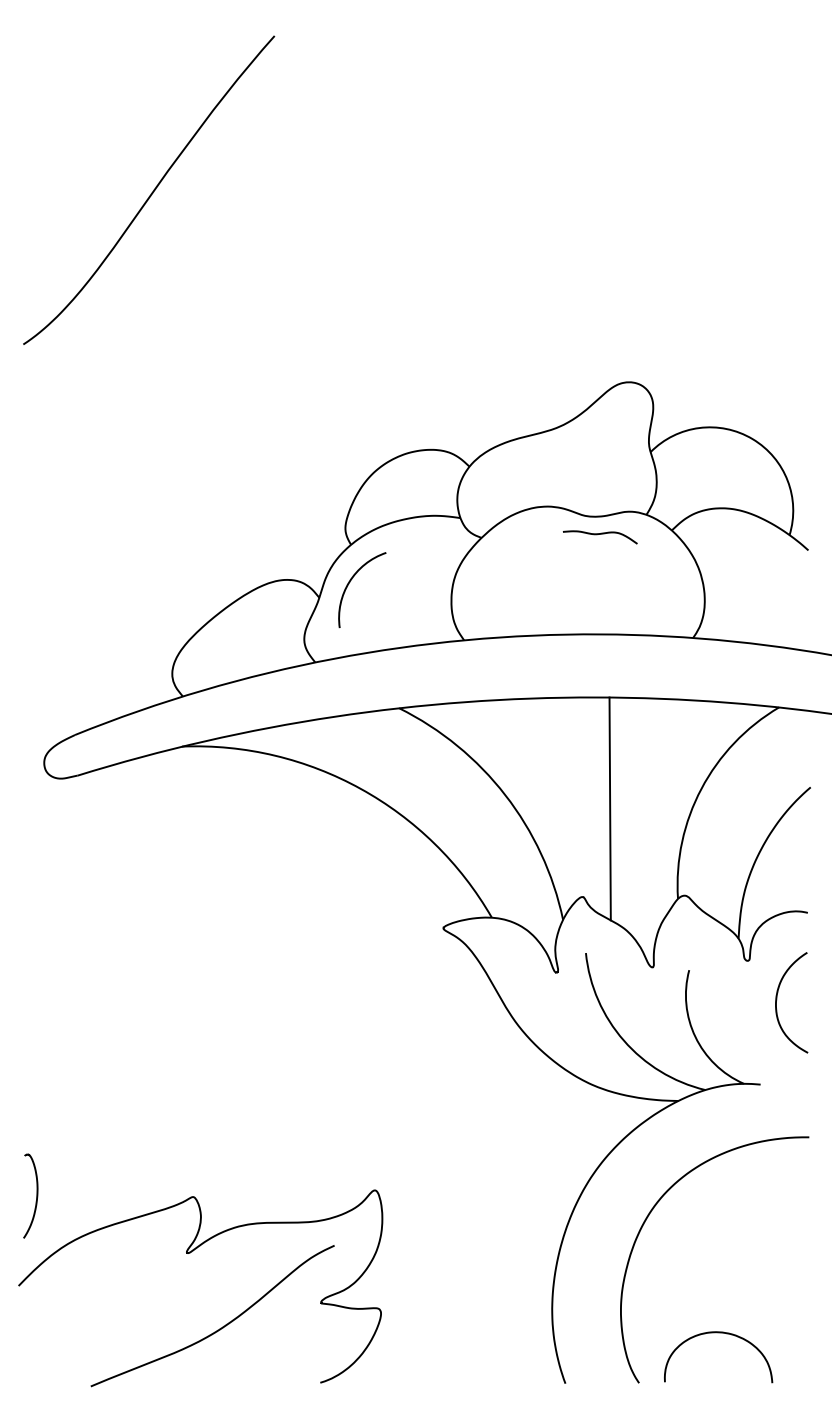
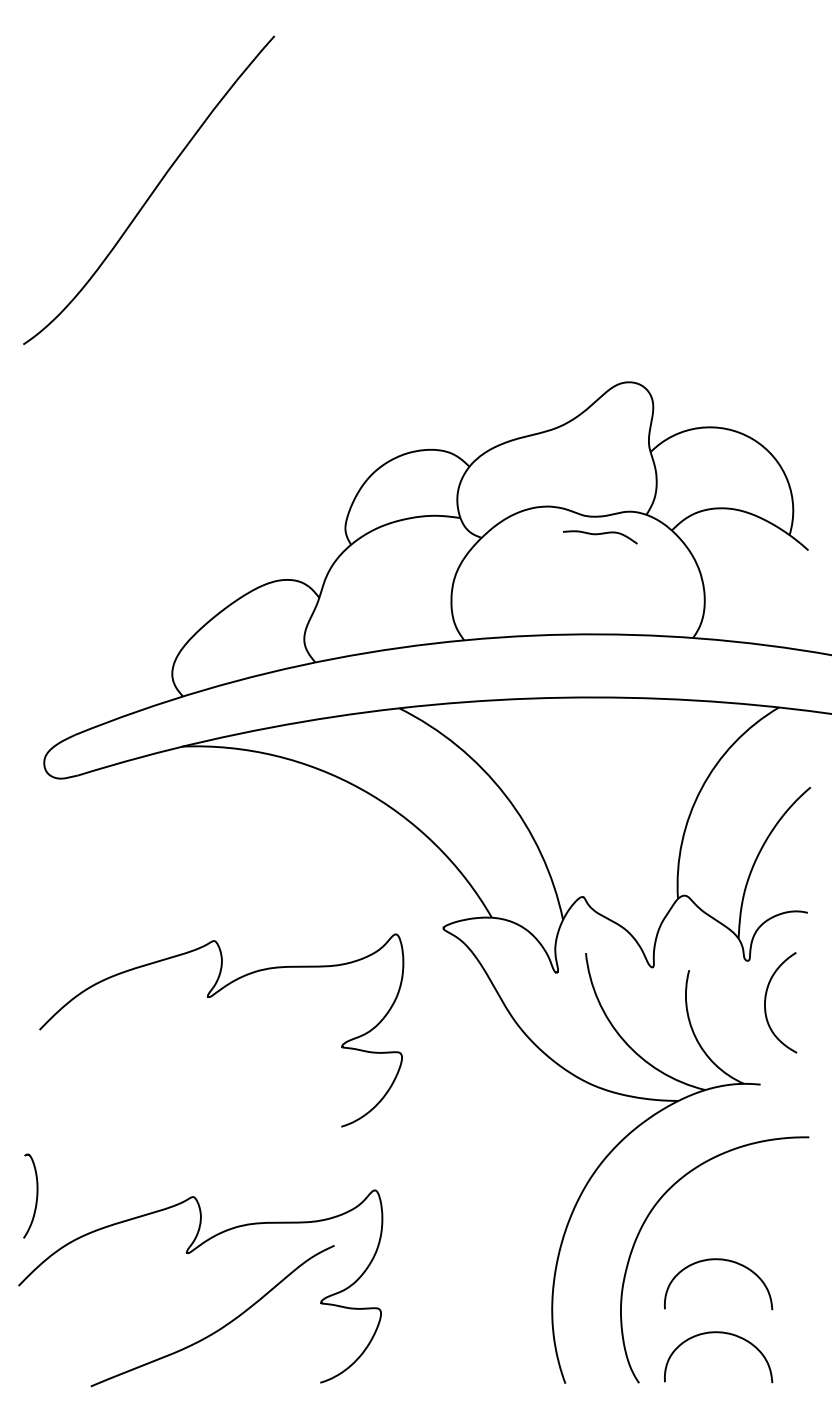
arc at (350, 582): present -> none
line at (609, 808): present -> none
curve at (211, 997): none -> present
curve at (777, 1000) position: (777, 1000) -> (766, 1000)
curve at (718, 1260): none -> present
